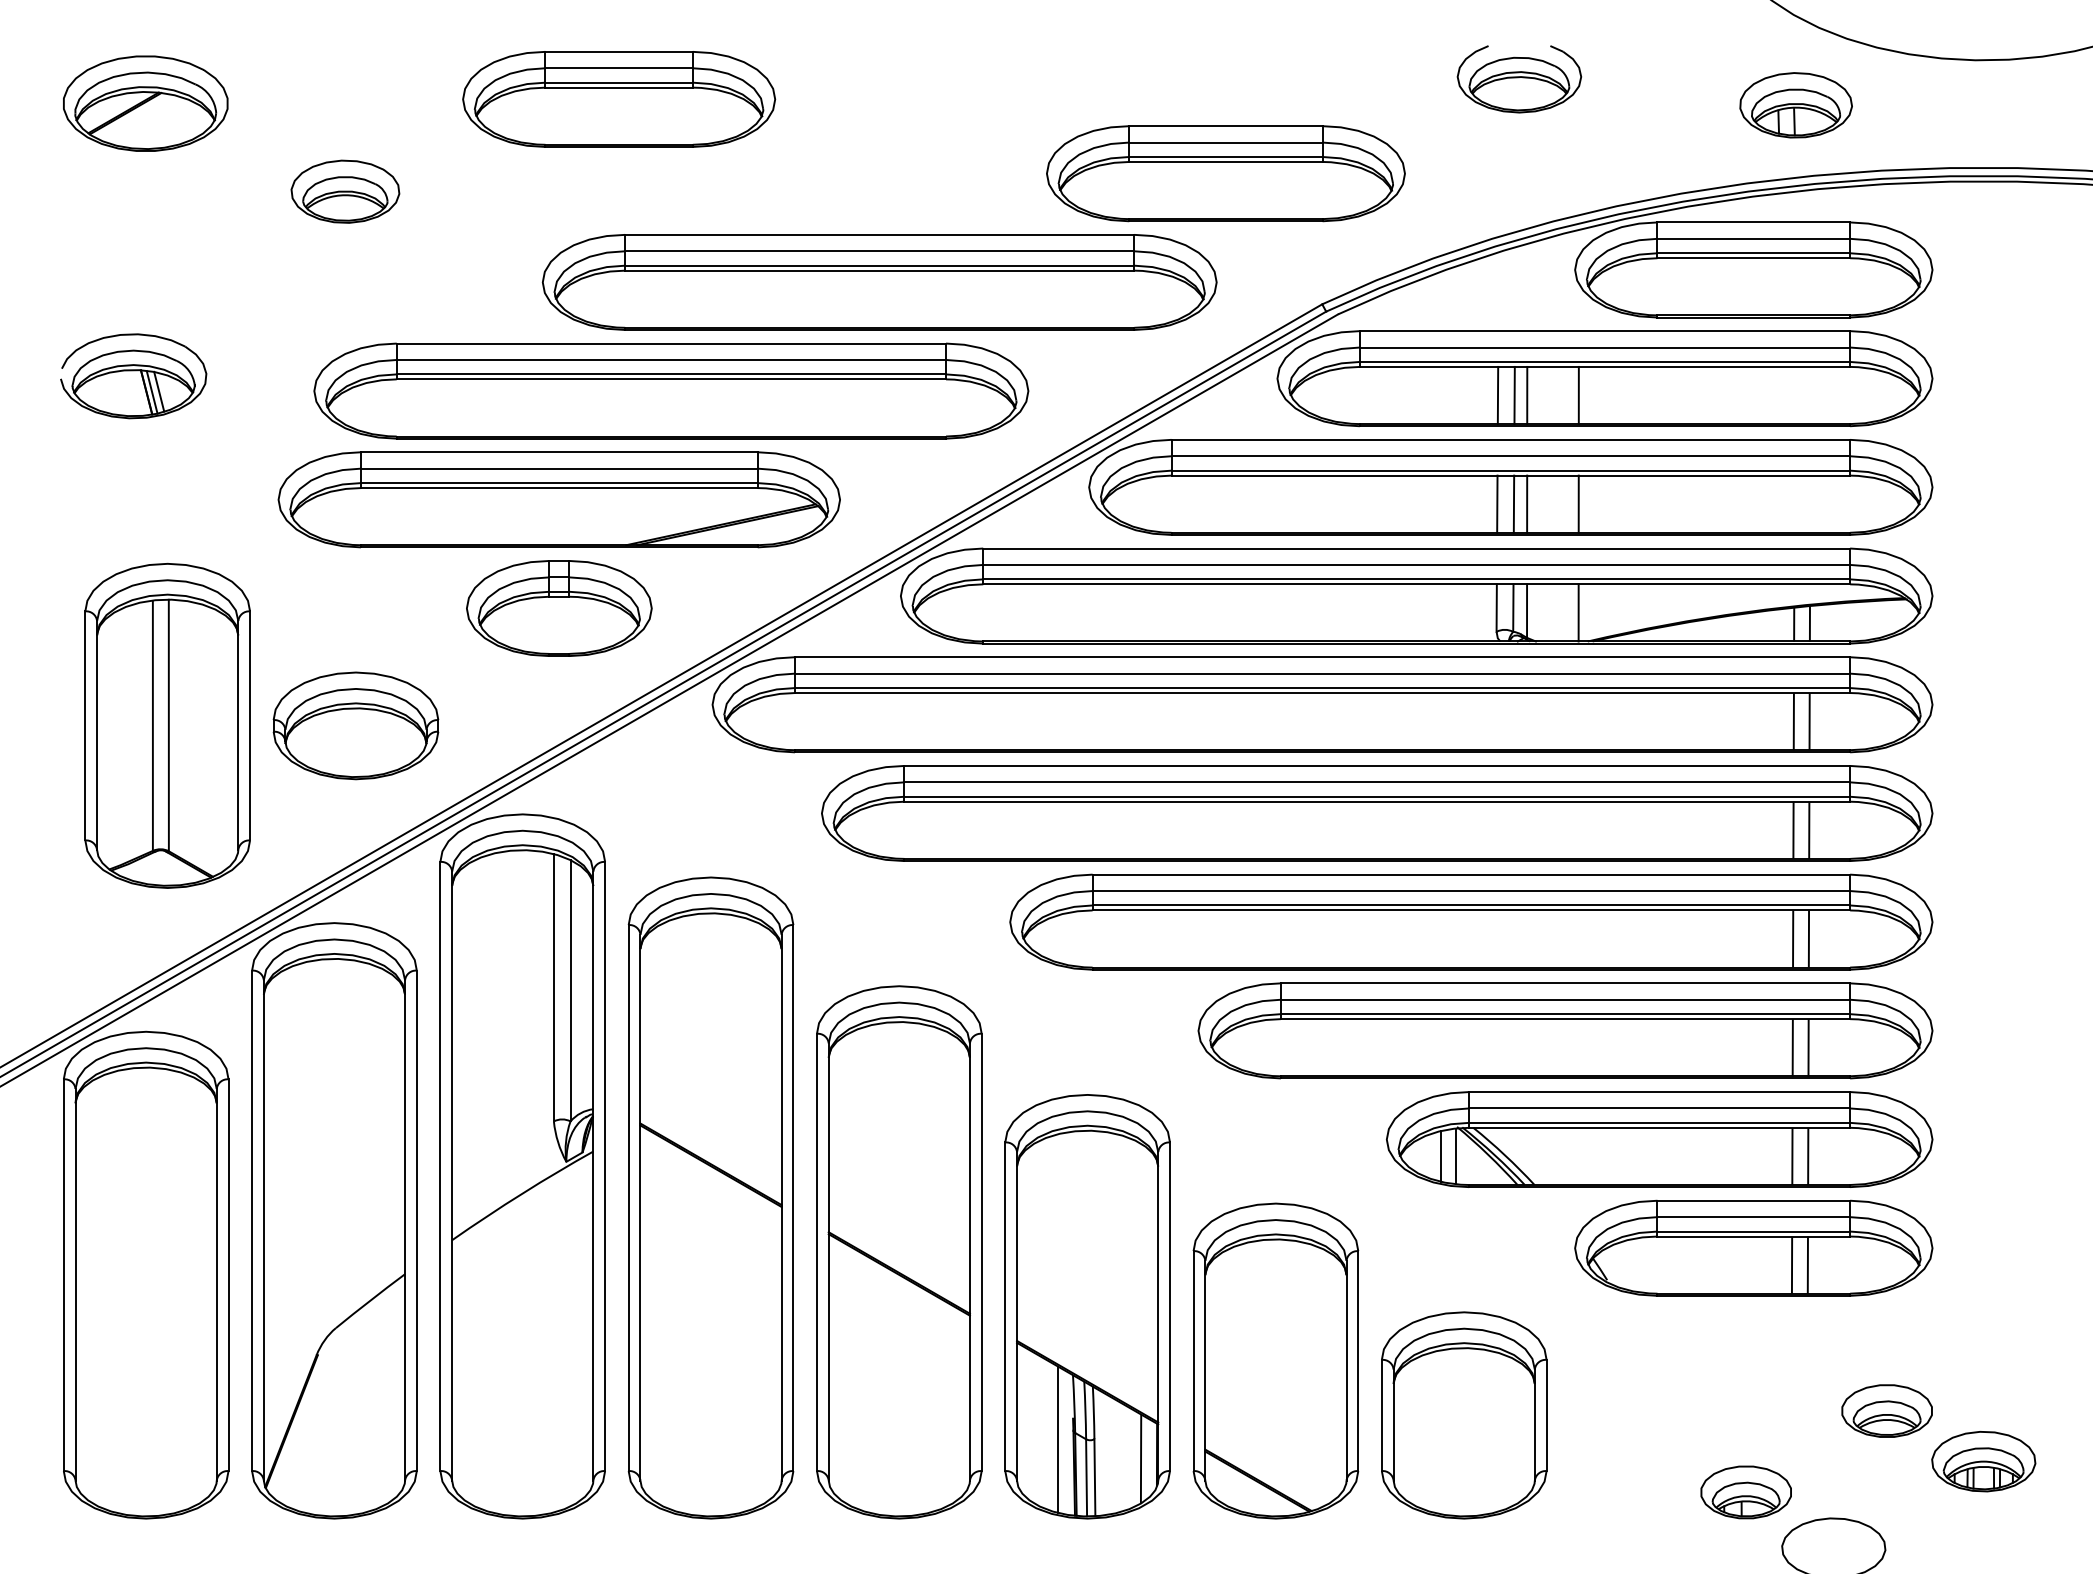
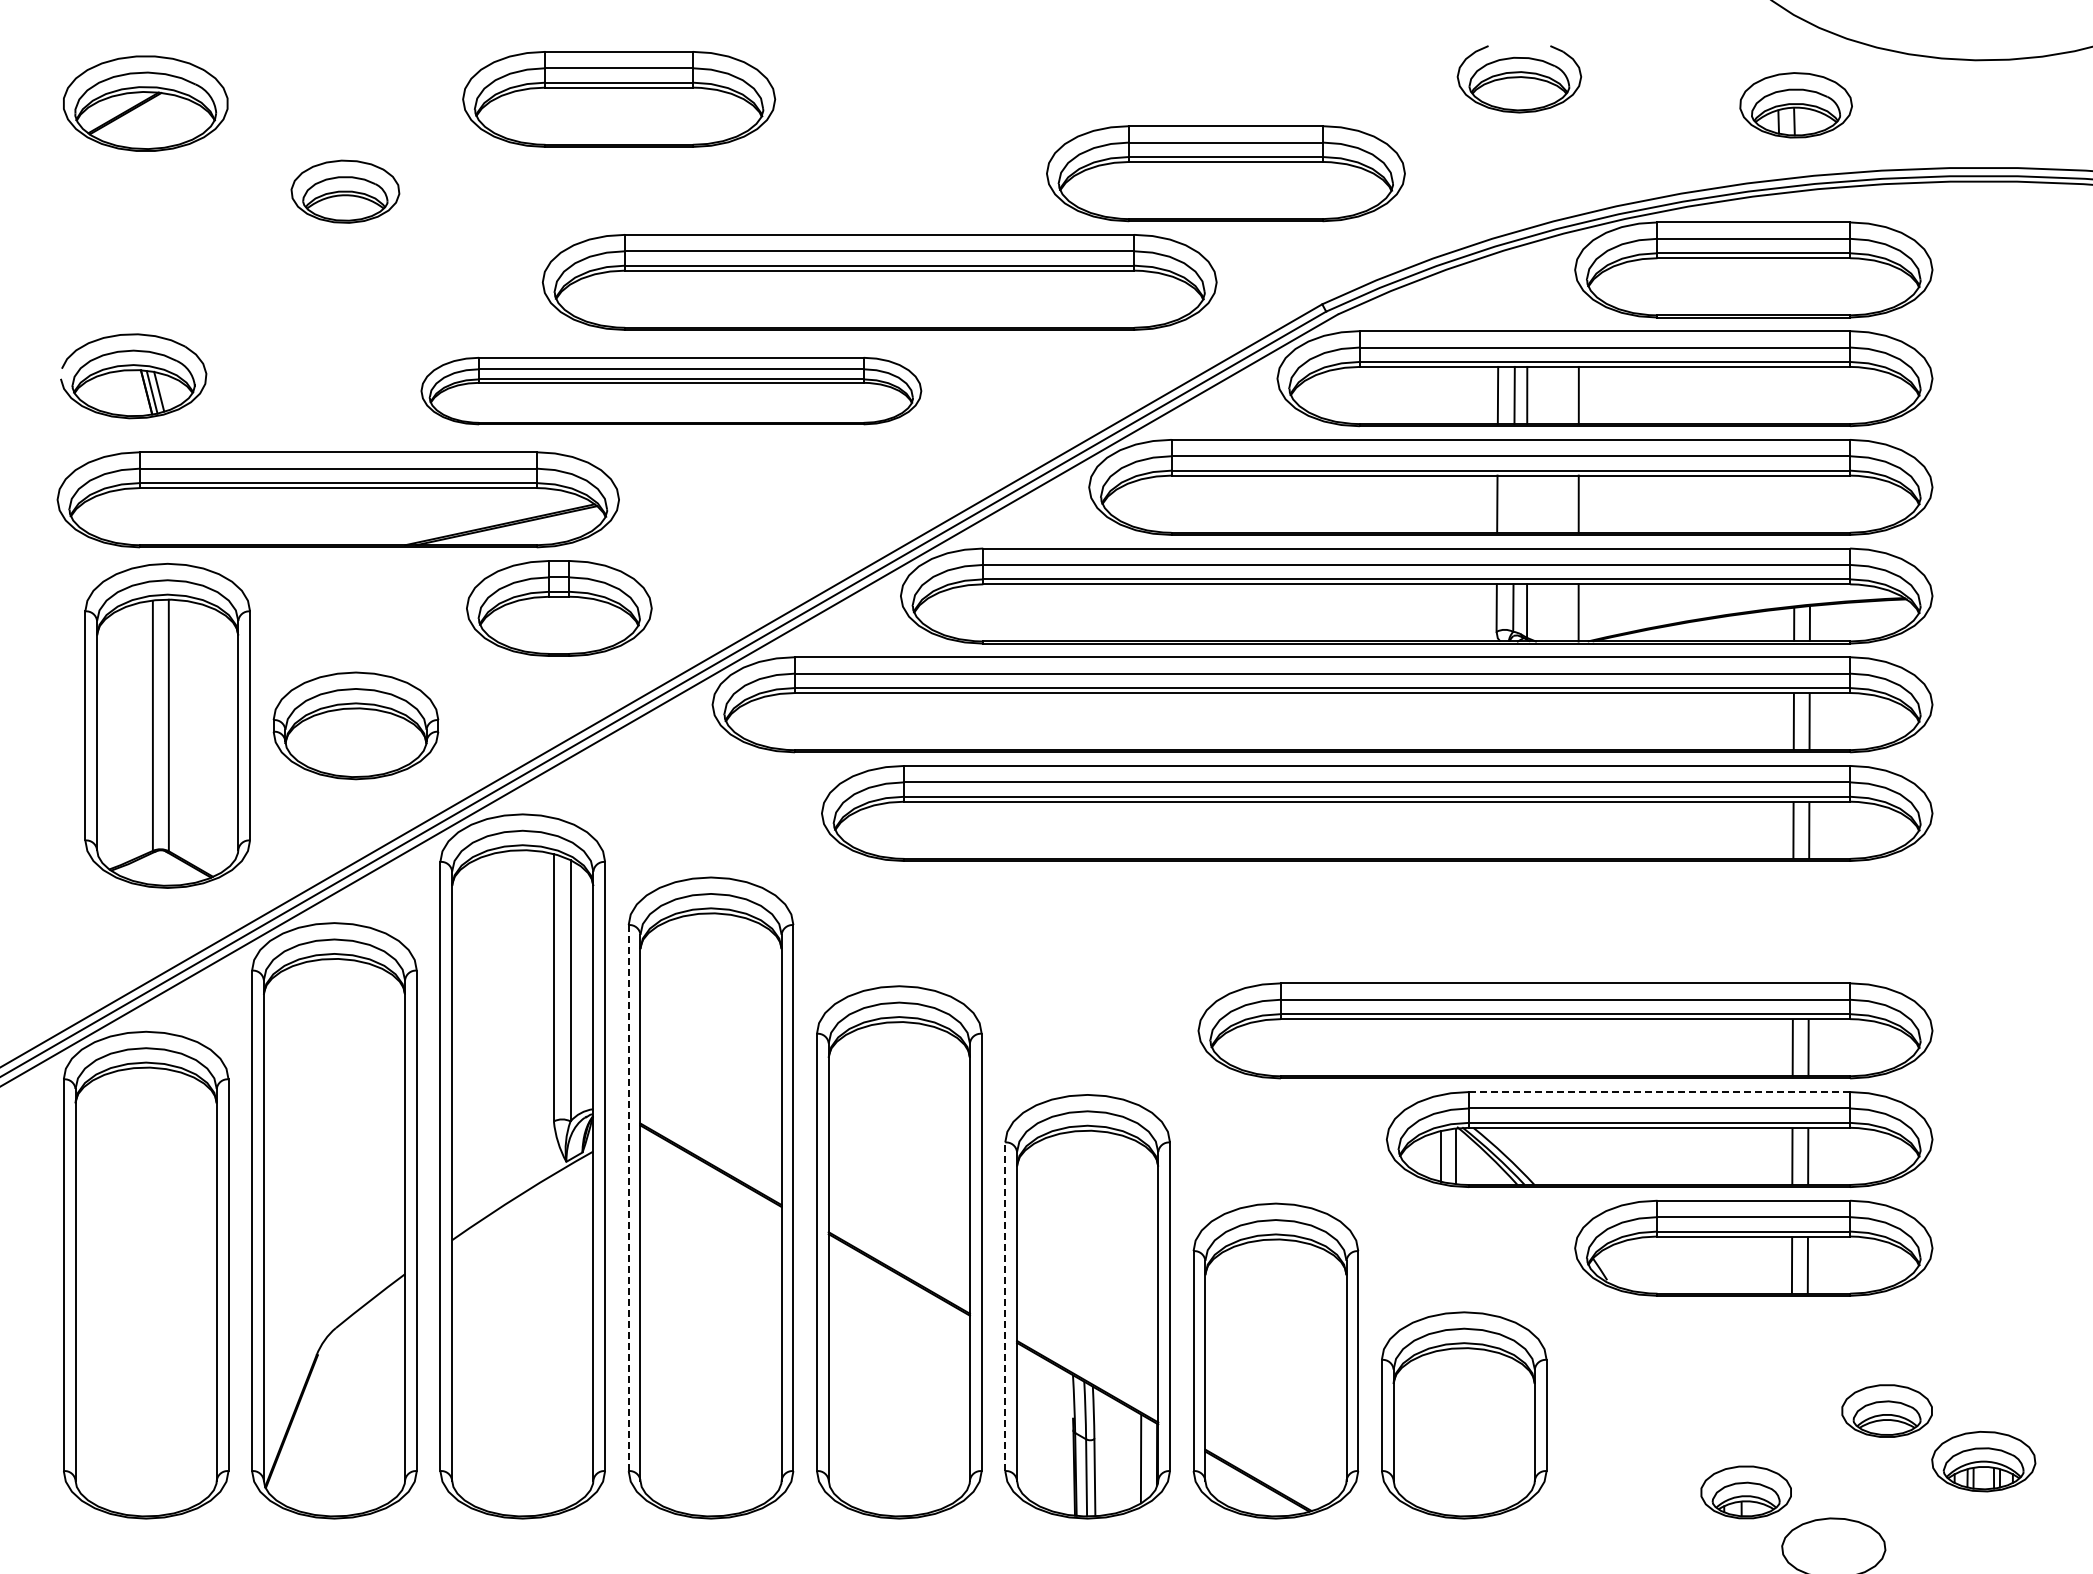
part at (671, 390) size: 717x98 px -> 503x70 px
part at (558, 499) position: (558, 499) -> (337, 499)
line at (1513, 503): present -> none
line at (1527, 503): present -> none
part at (1471, 921): present -> none
line at (1660, 1092): solid -> dashed
line at (628, 1197): solid -> dashed
line at (1005, 1306): solid -> dashed
line at (1058, 1439): present -> none
